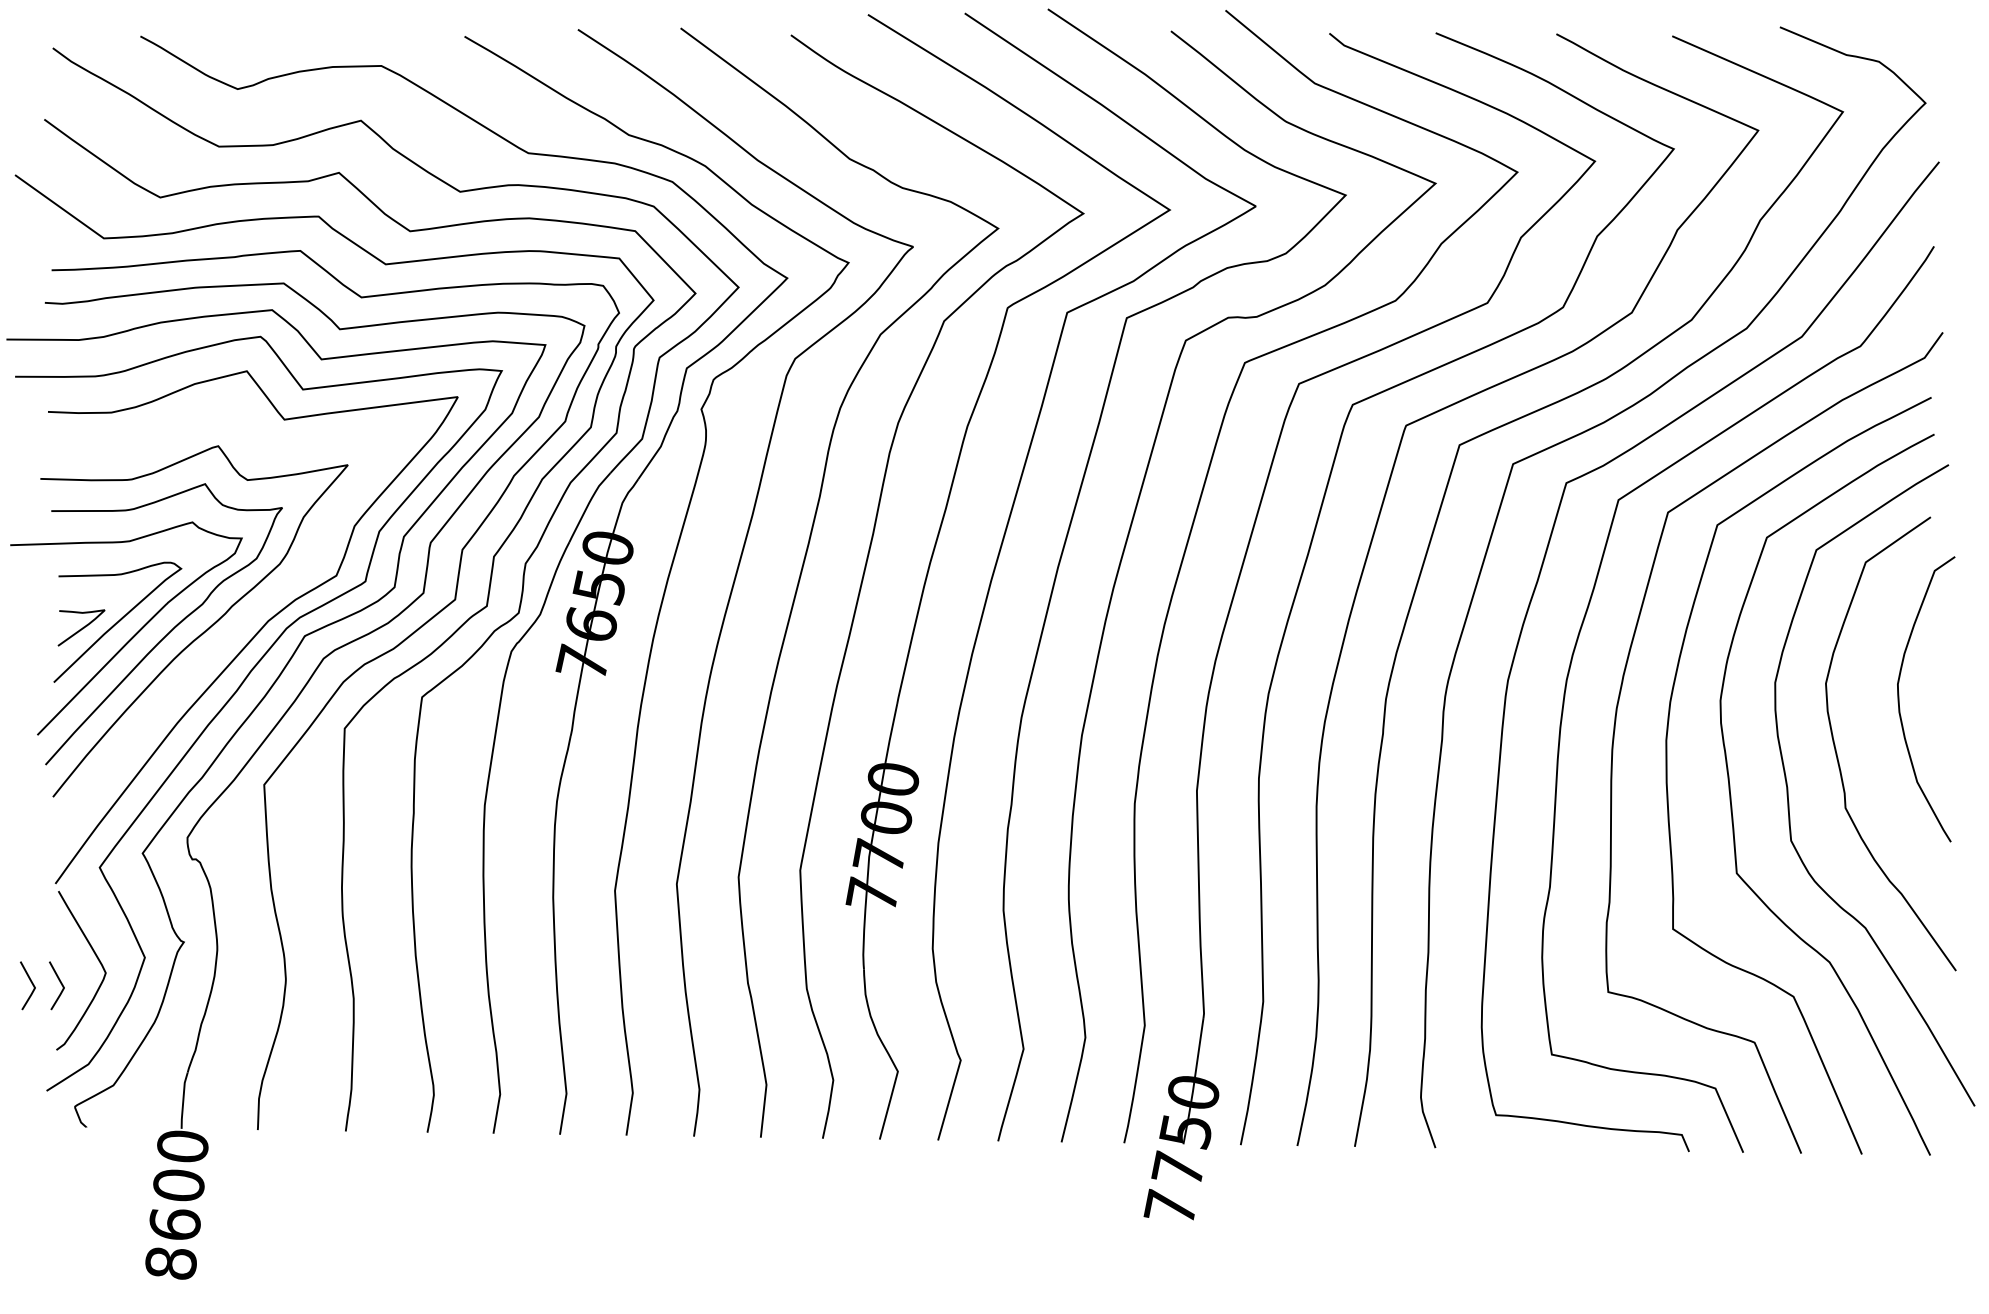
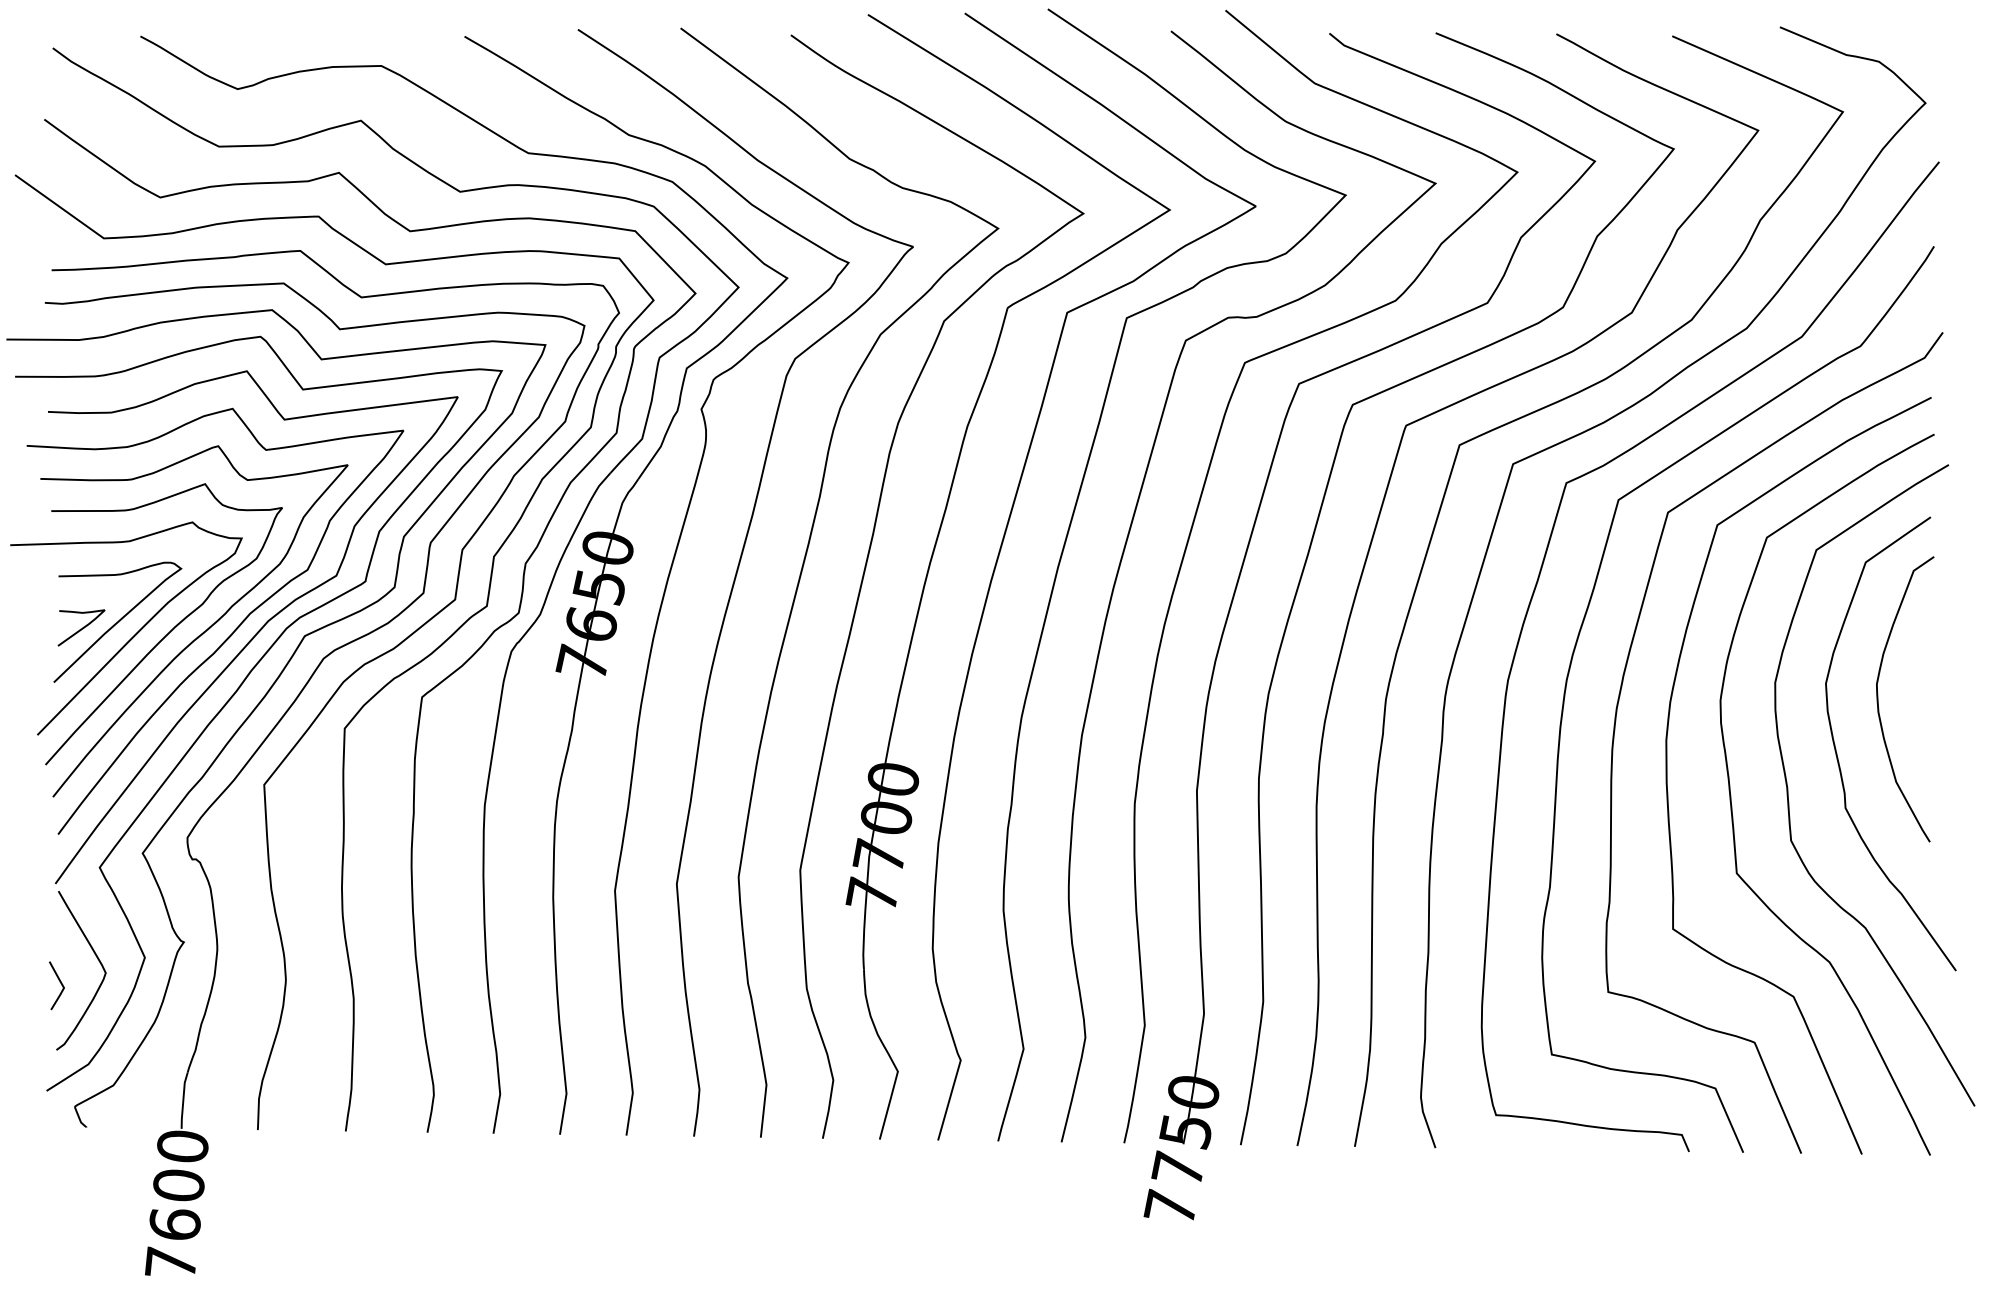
curve at (230, 634): none -> present
curve at (1899, 699) position: (1899, 699) -> (1878, 699)
line at (30, 982): present -> none
text at (170, 1262): 8600 -> 7600
